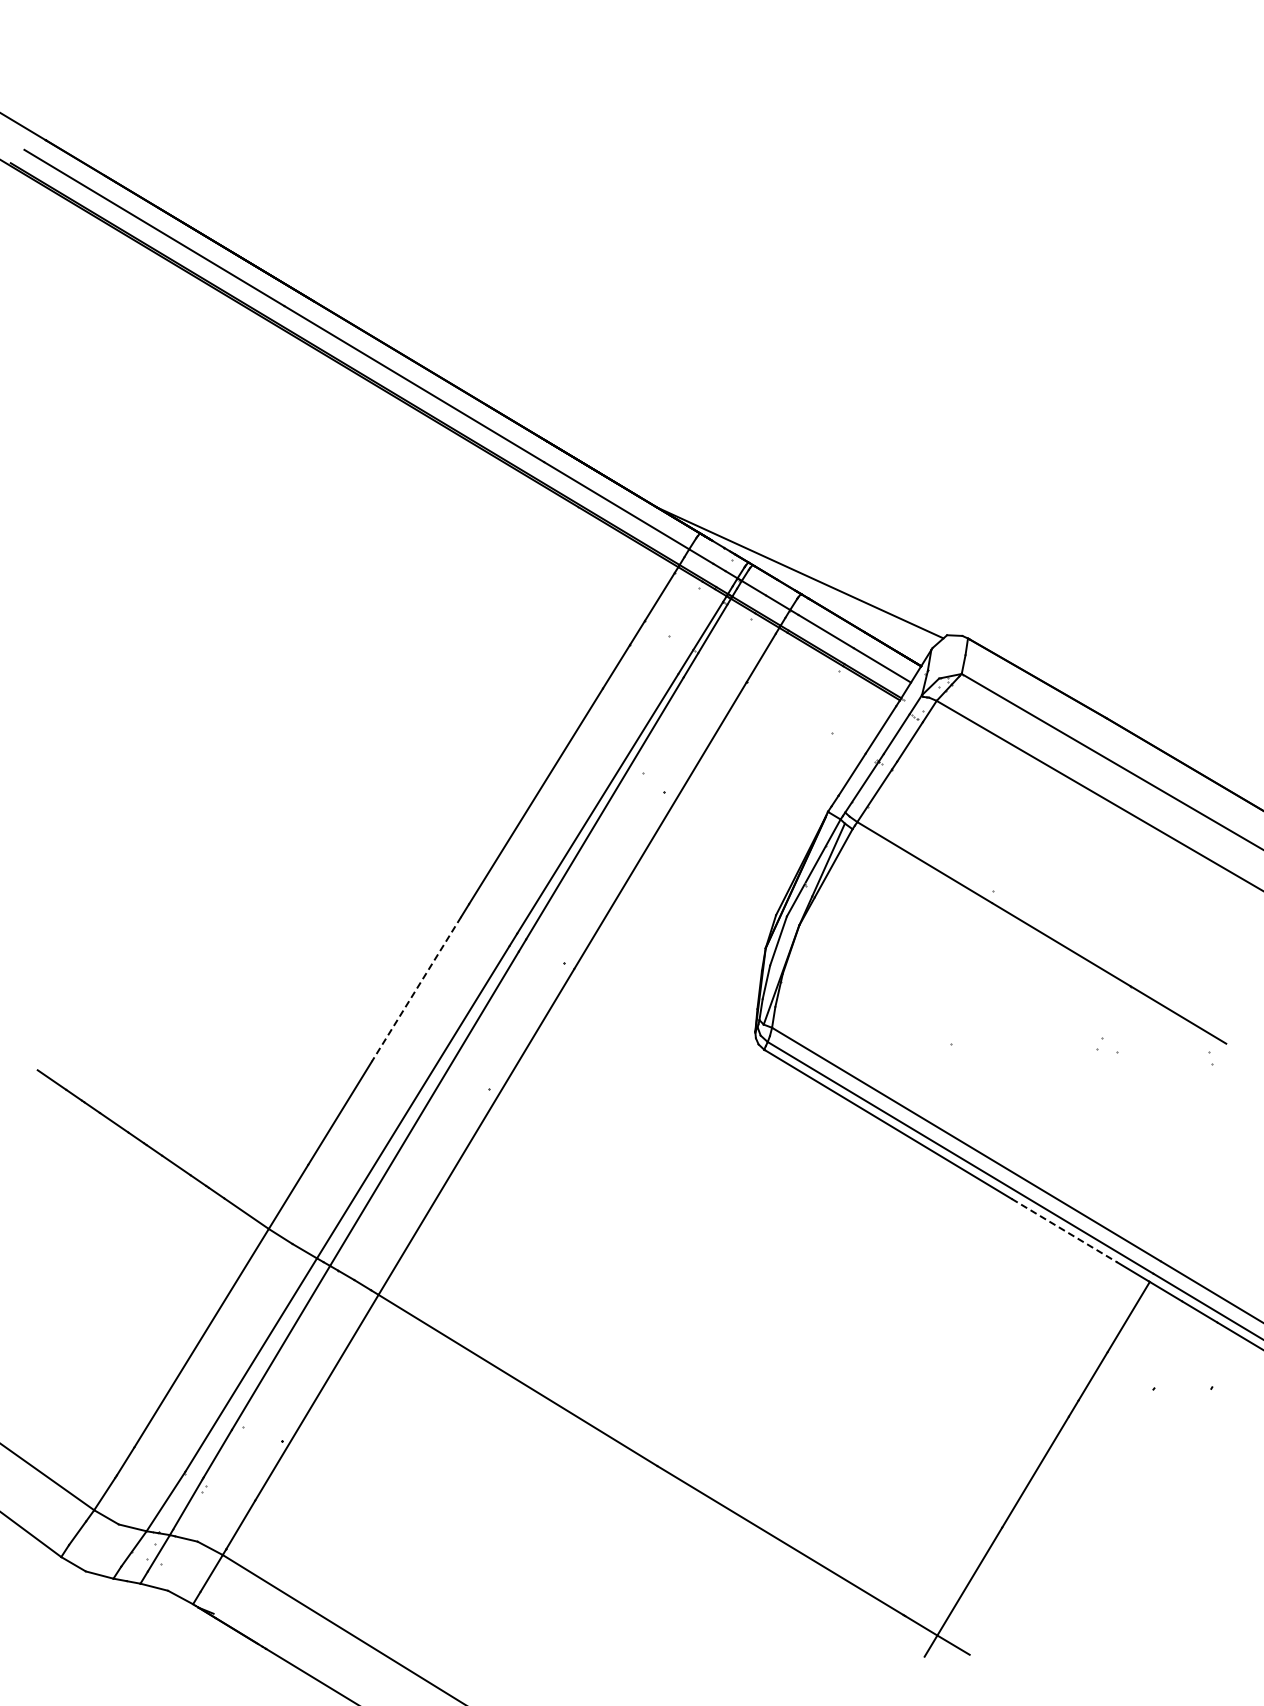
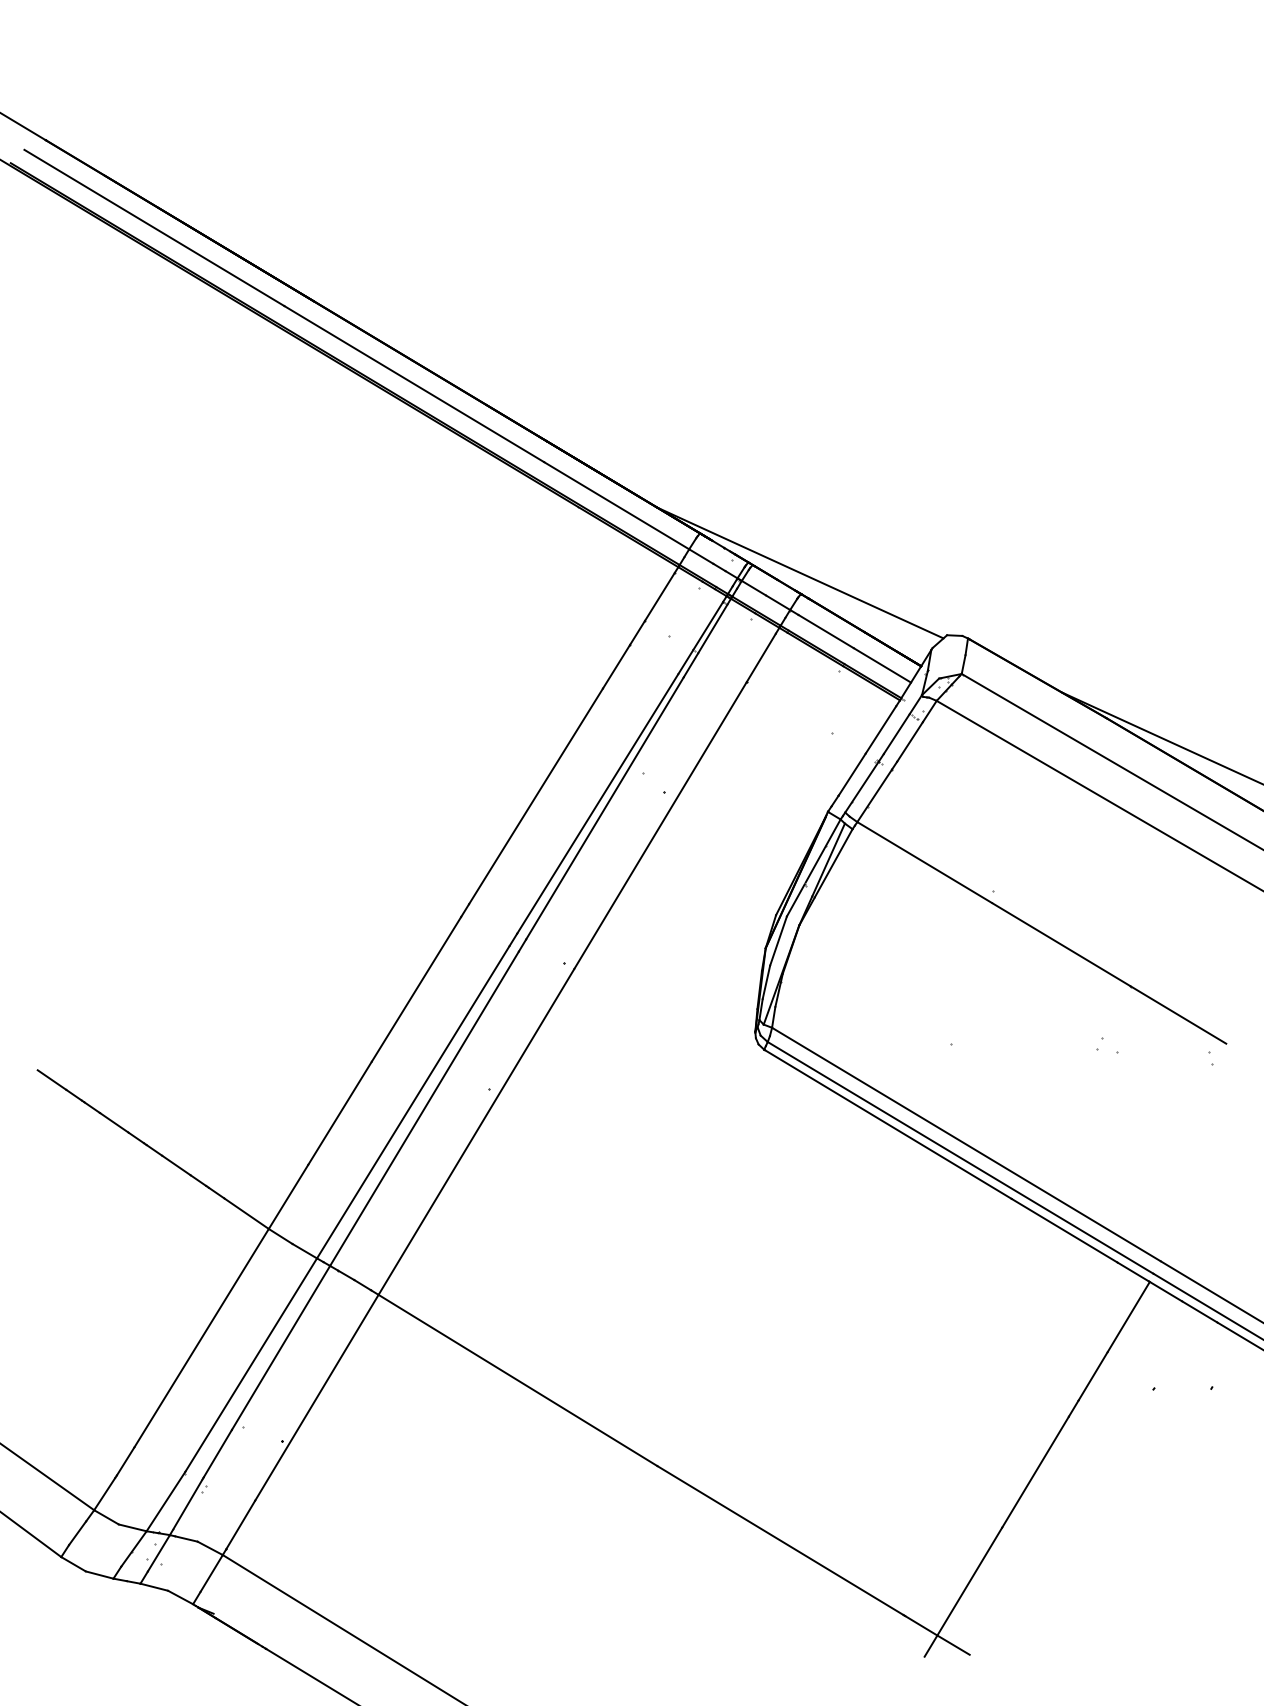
line at (1160, 737): none -> present
line at (416, 989): dashed -> solid
line at (1064, 1230): dashed -> solid
